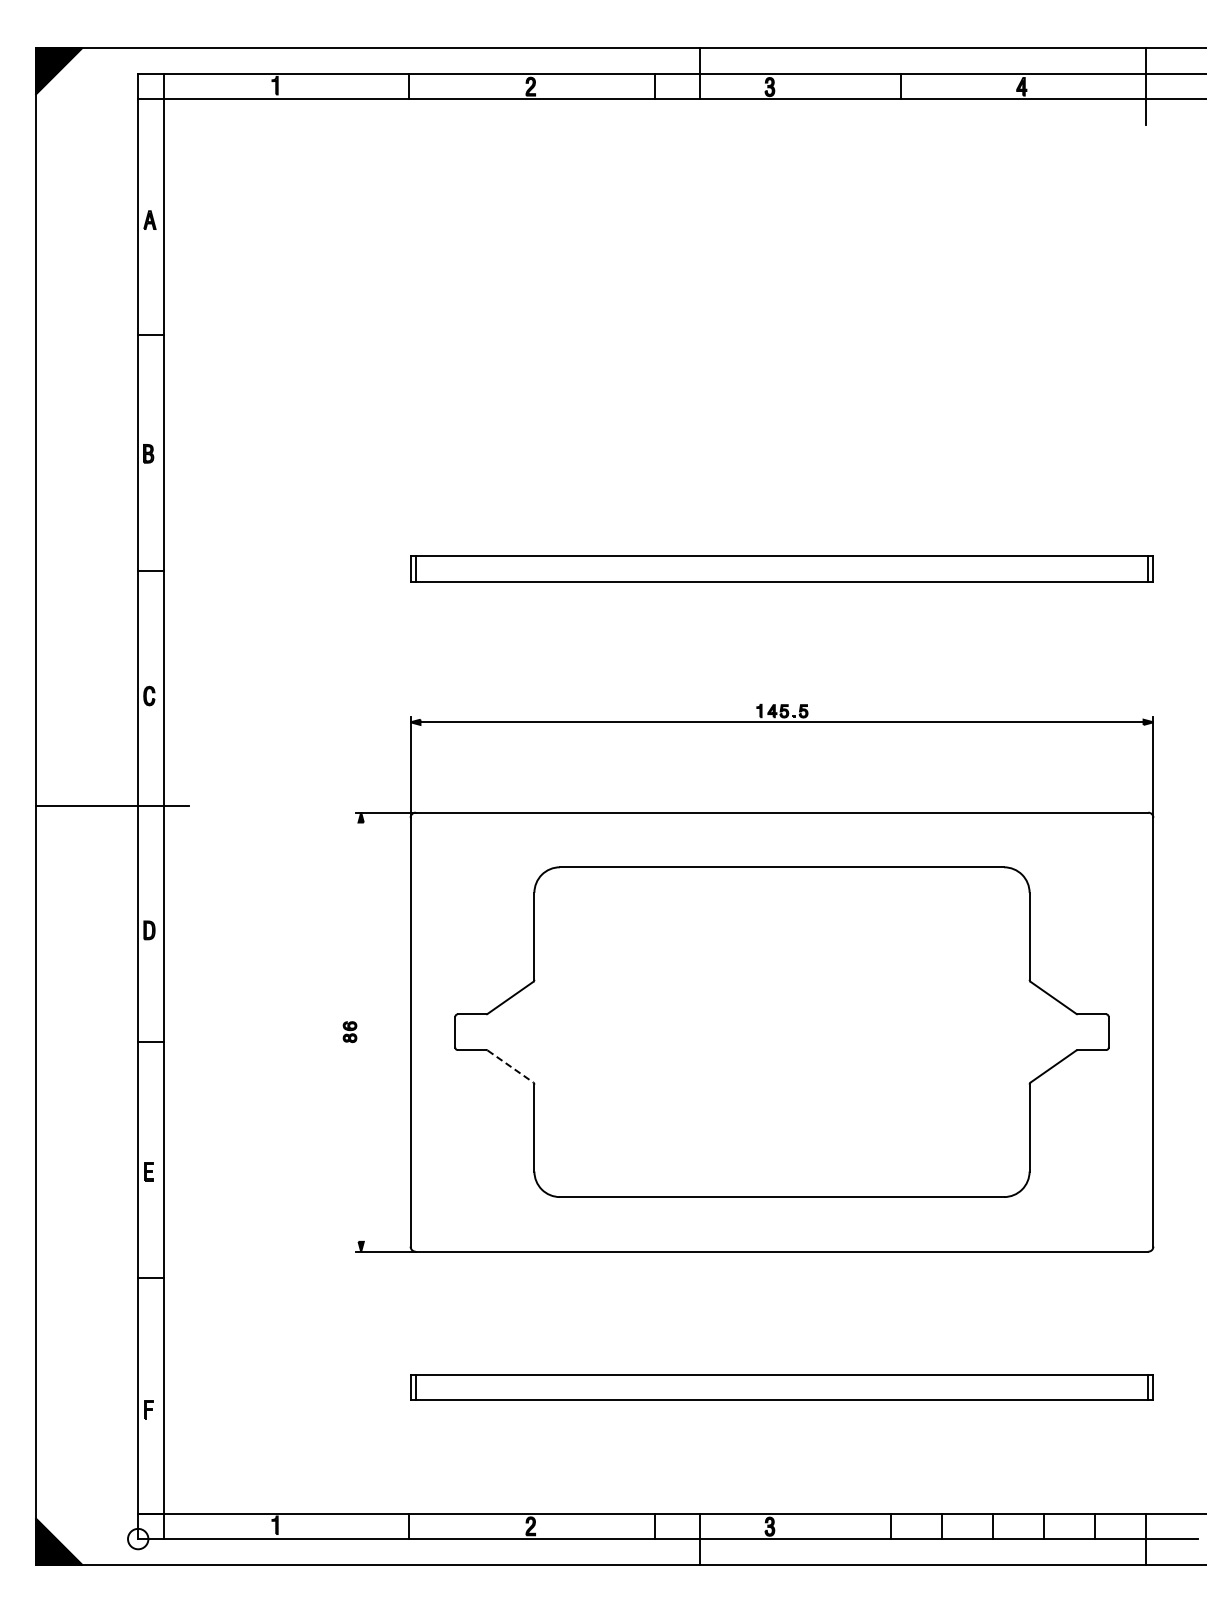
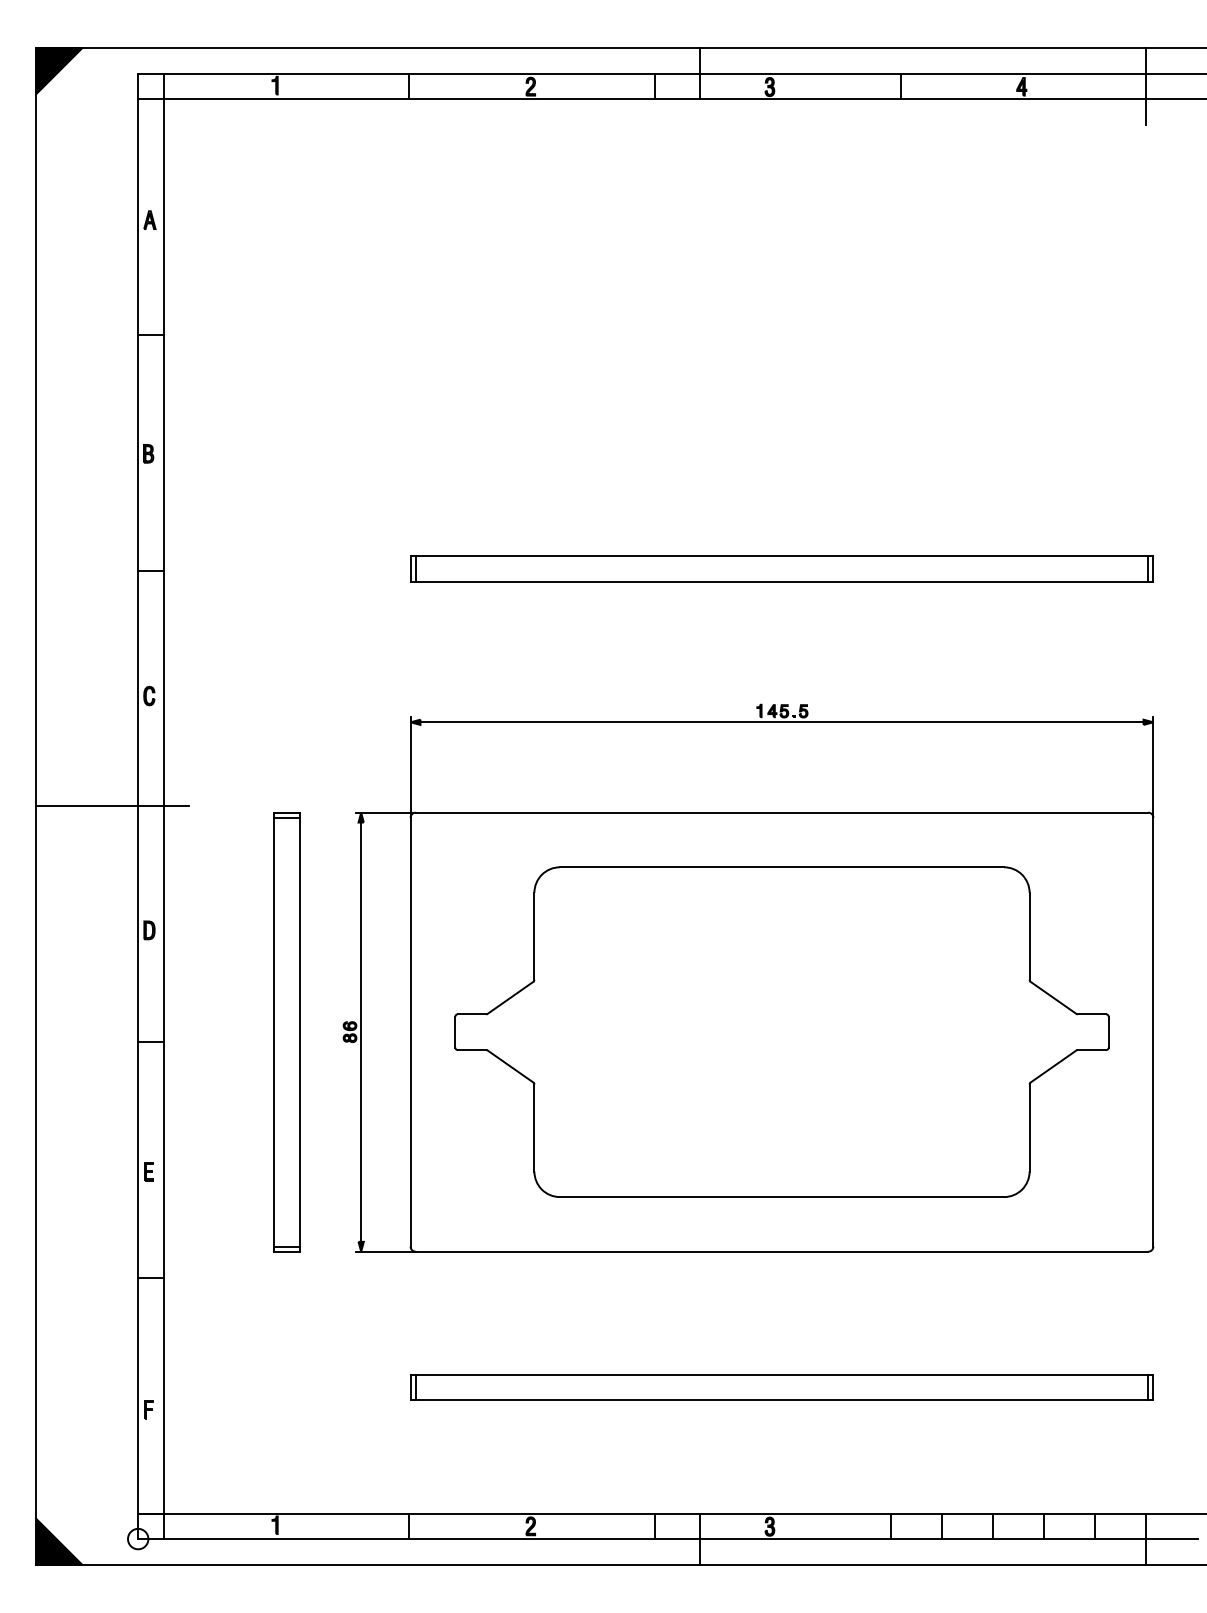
line at (361, 1031): none -> present
part at (286, 1032): none -> present
line at (510, 1066): dashed -> solid
